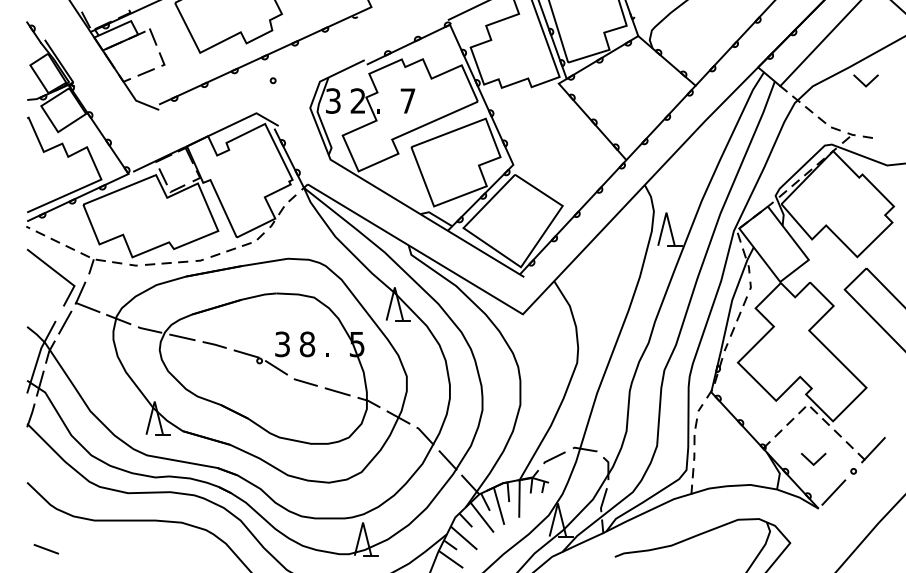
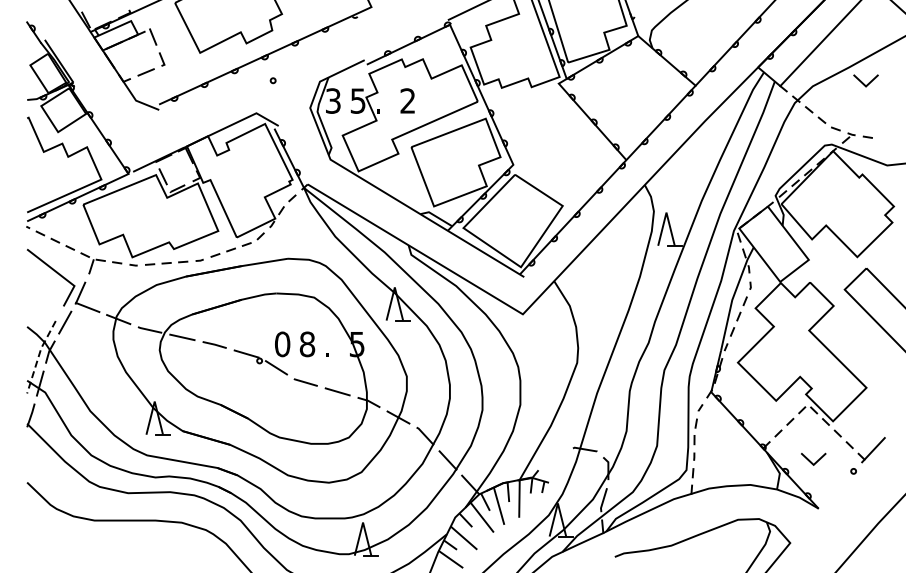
text at (357, 100): 2 -> 5
text at (407, 100): 7 -> 2
text at (282, 344): 3 -> 0
line at (39, 355): solid -> dashed
line at (554, 457): present -> none
line at (833, 492): present -> none
line at (46, 548): present -> none
